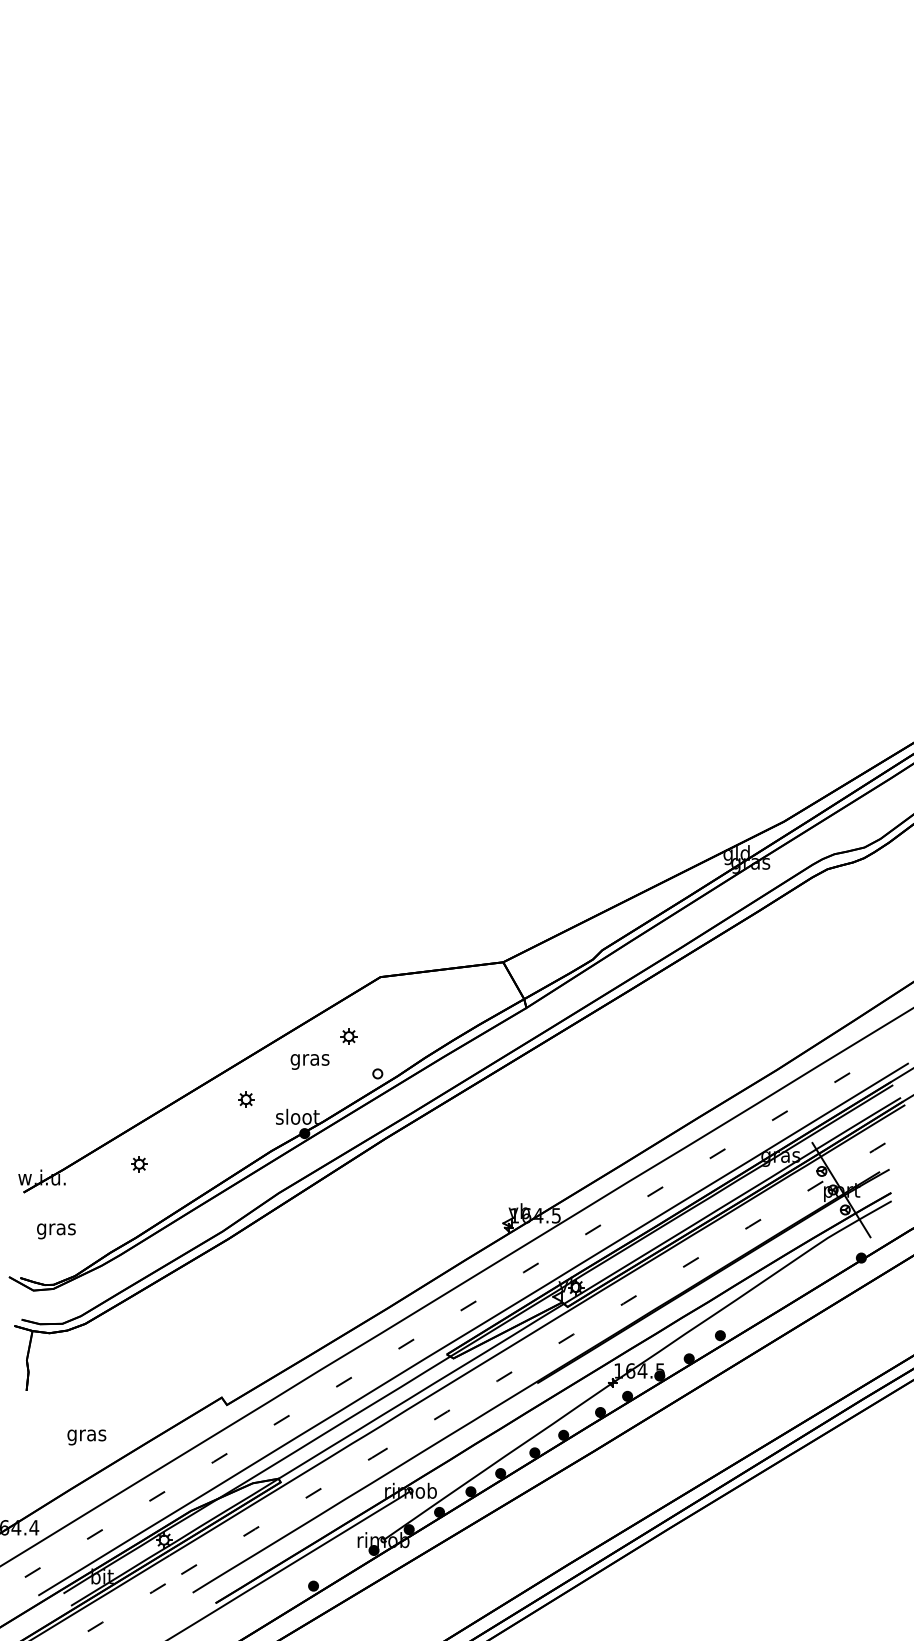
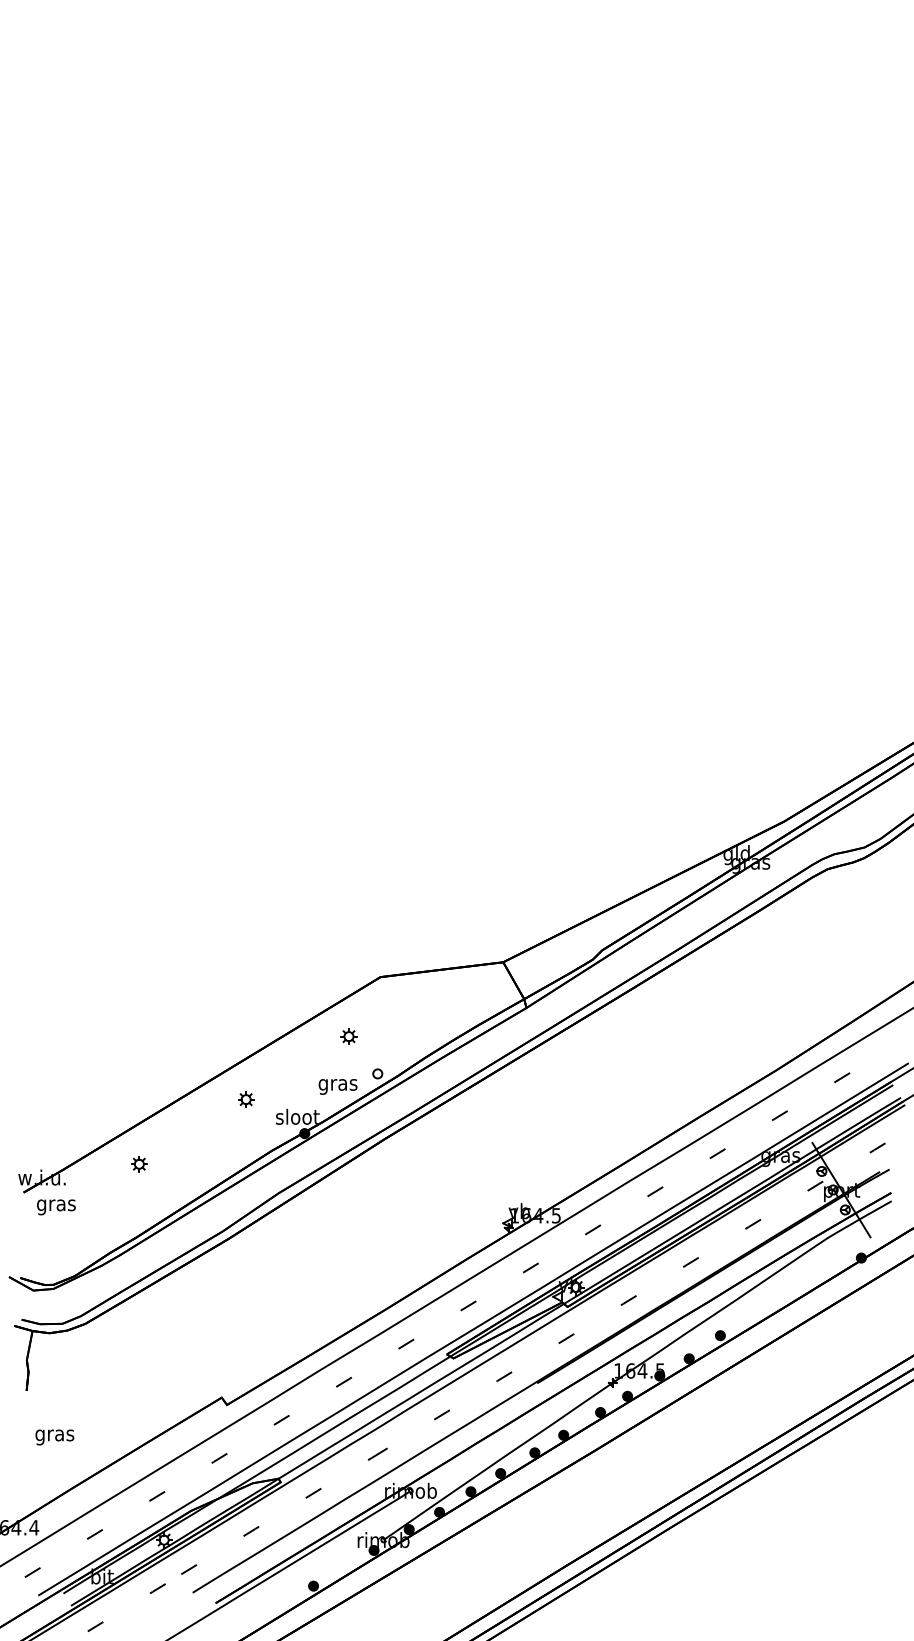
text at (309, 1061) position: (309, 1061) -> (337, 1086)
text at (56, 1231) position: (56, 1231) -> (56, 1207)
text at (86, 1437) position: (86, 1437) -> (54, 1437)
